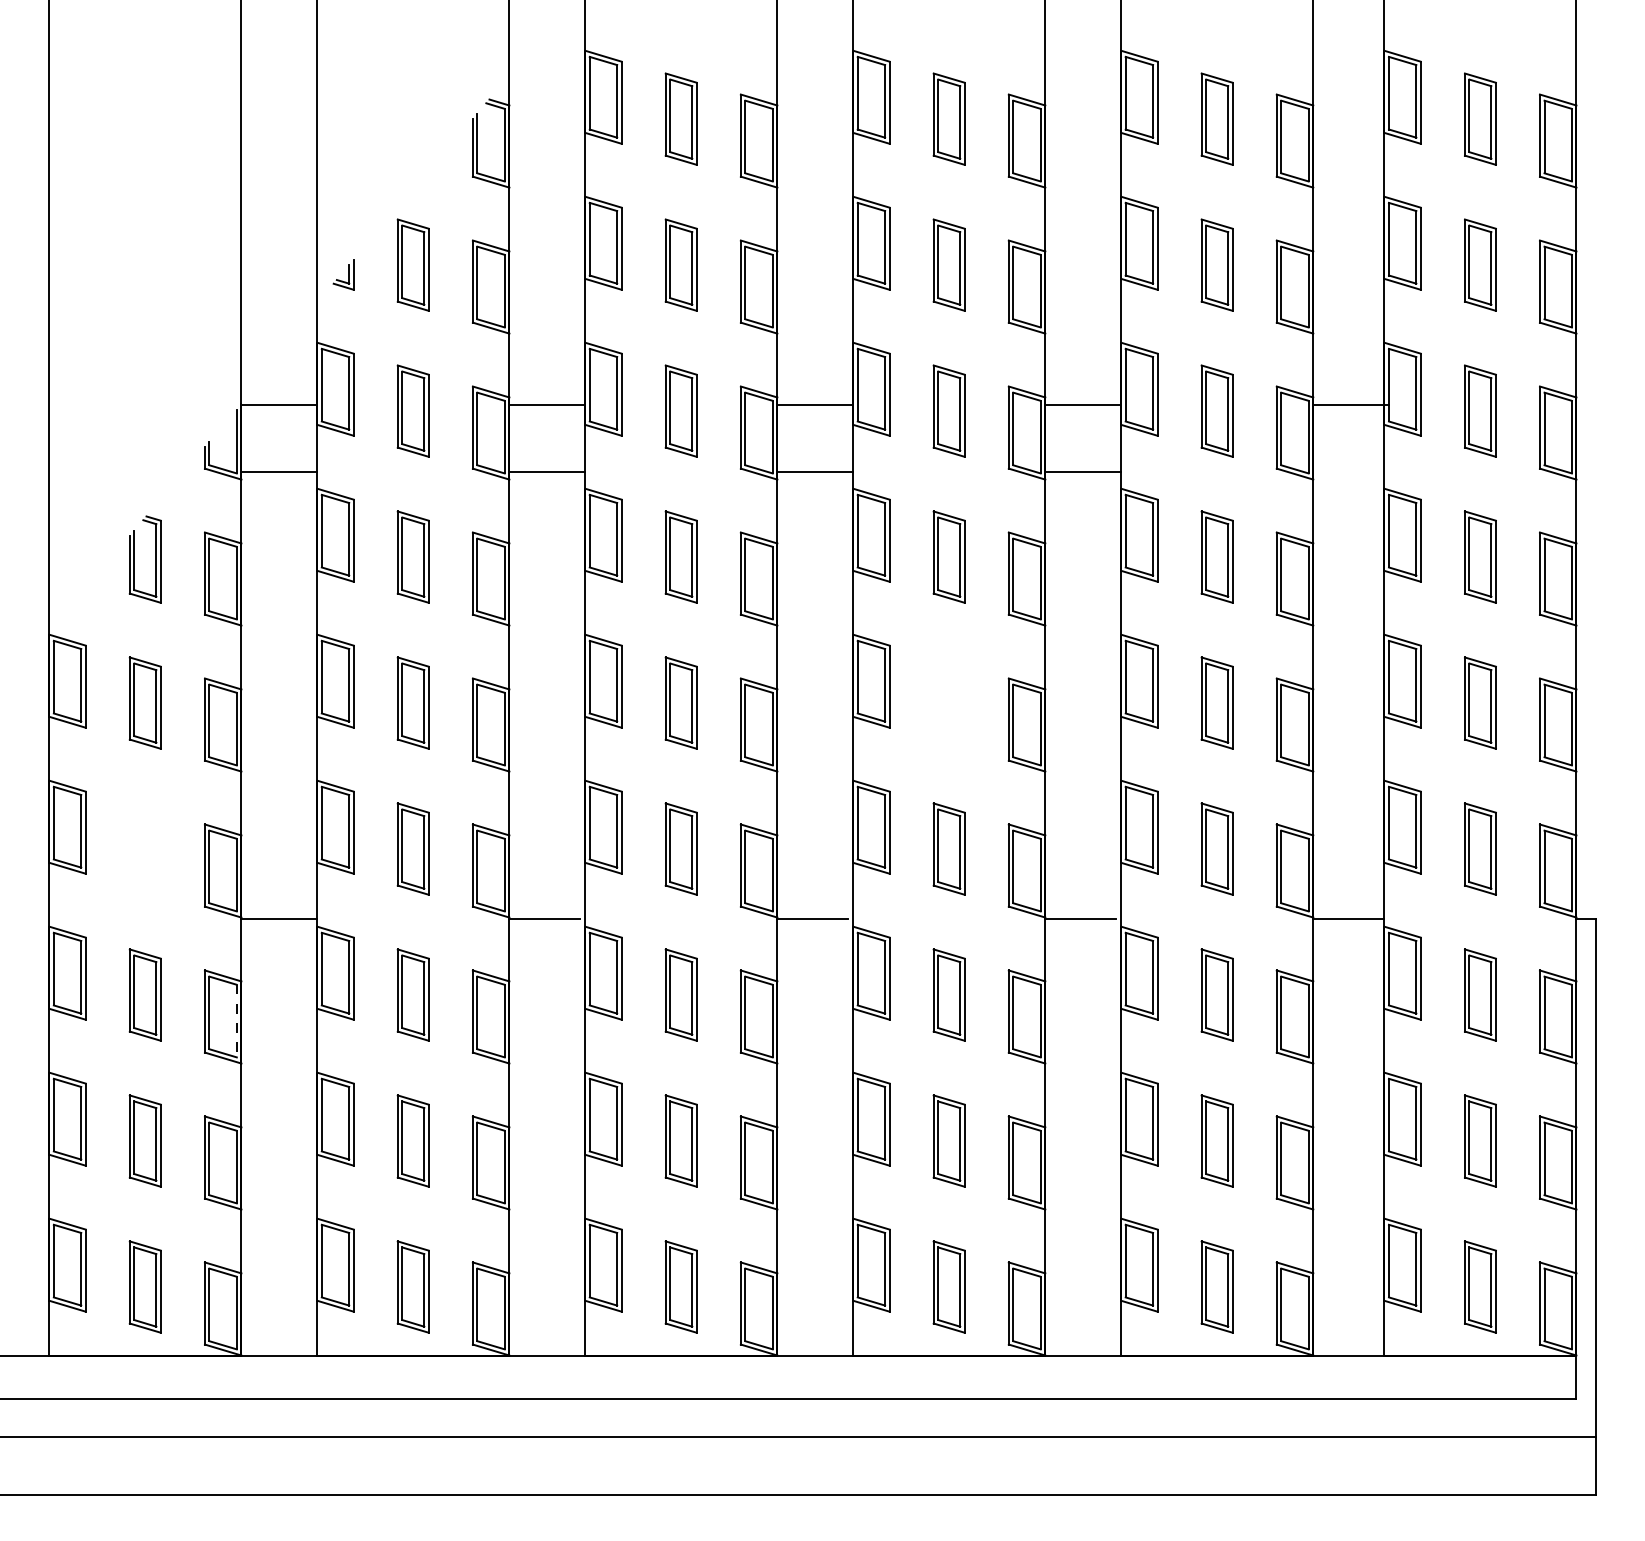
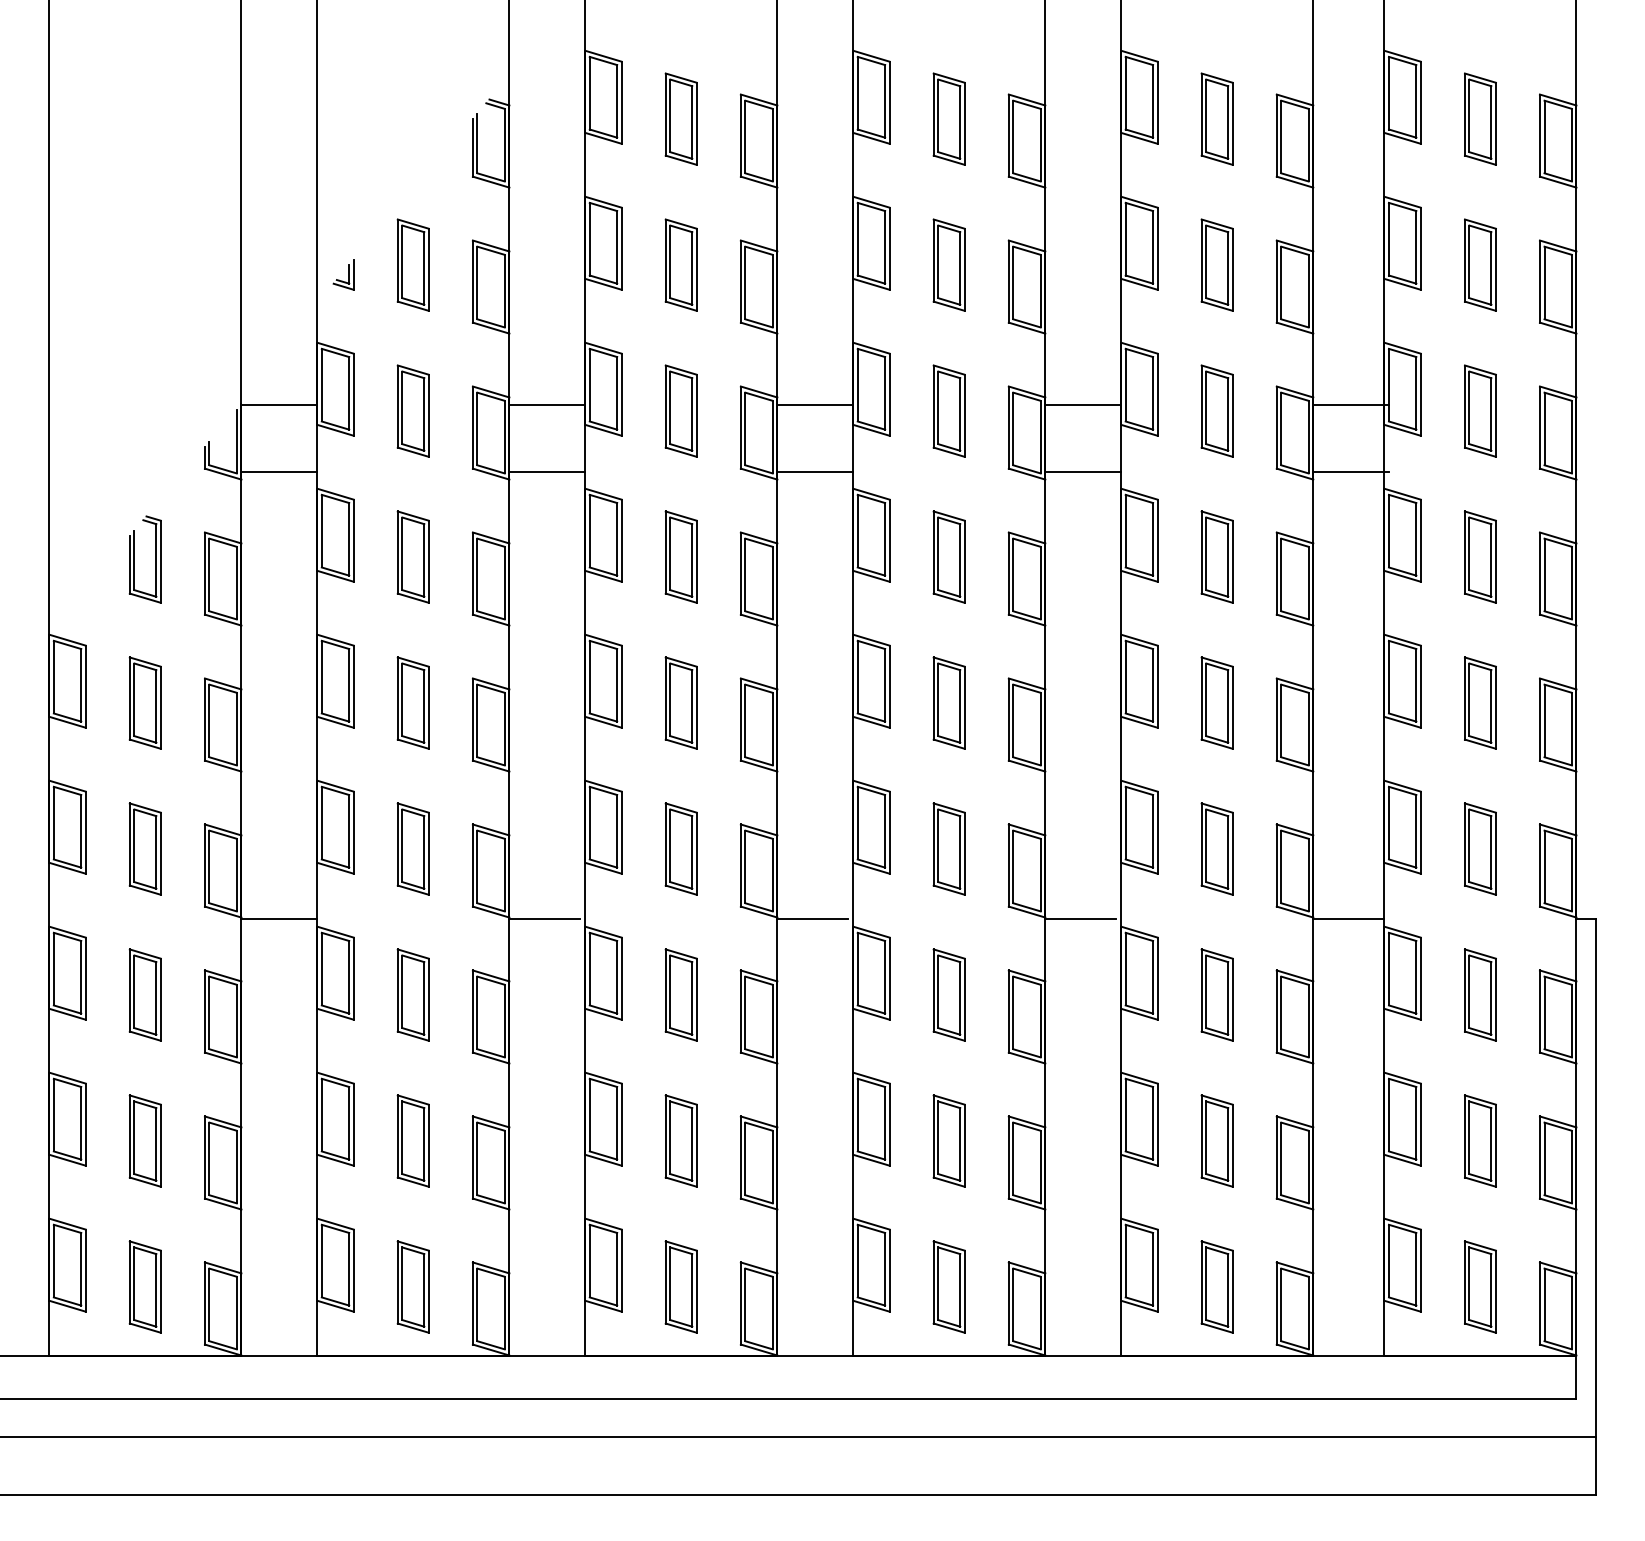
line at (1351, 471): none -> present
part at (948, 702): none -> present
part at (144, 848): none -> present
line at (236, 1021): dashed -> solid
